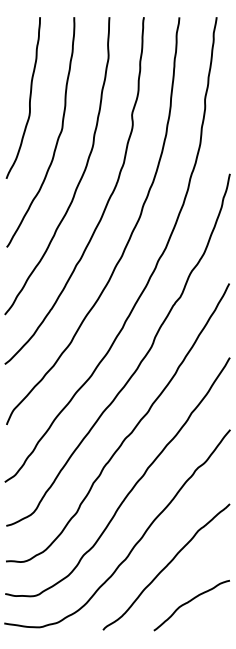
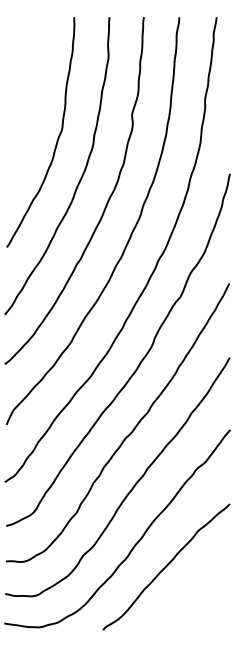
curve at (29, 97): present -> none
curve at (189, 602): present -> none
